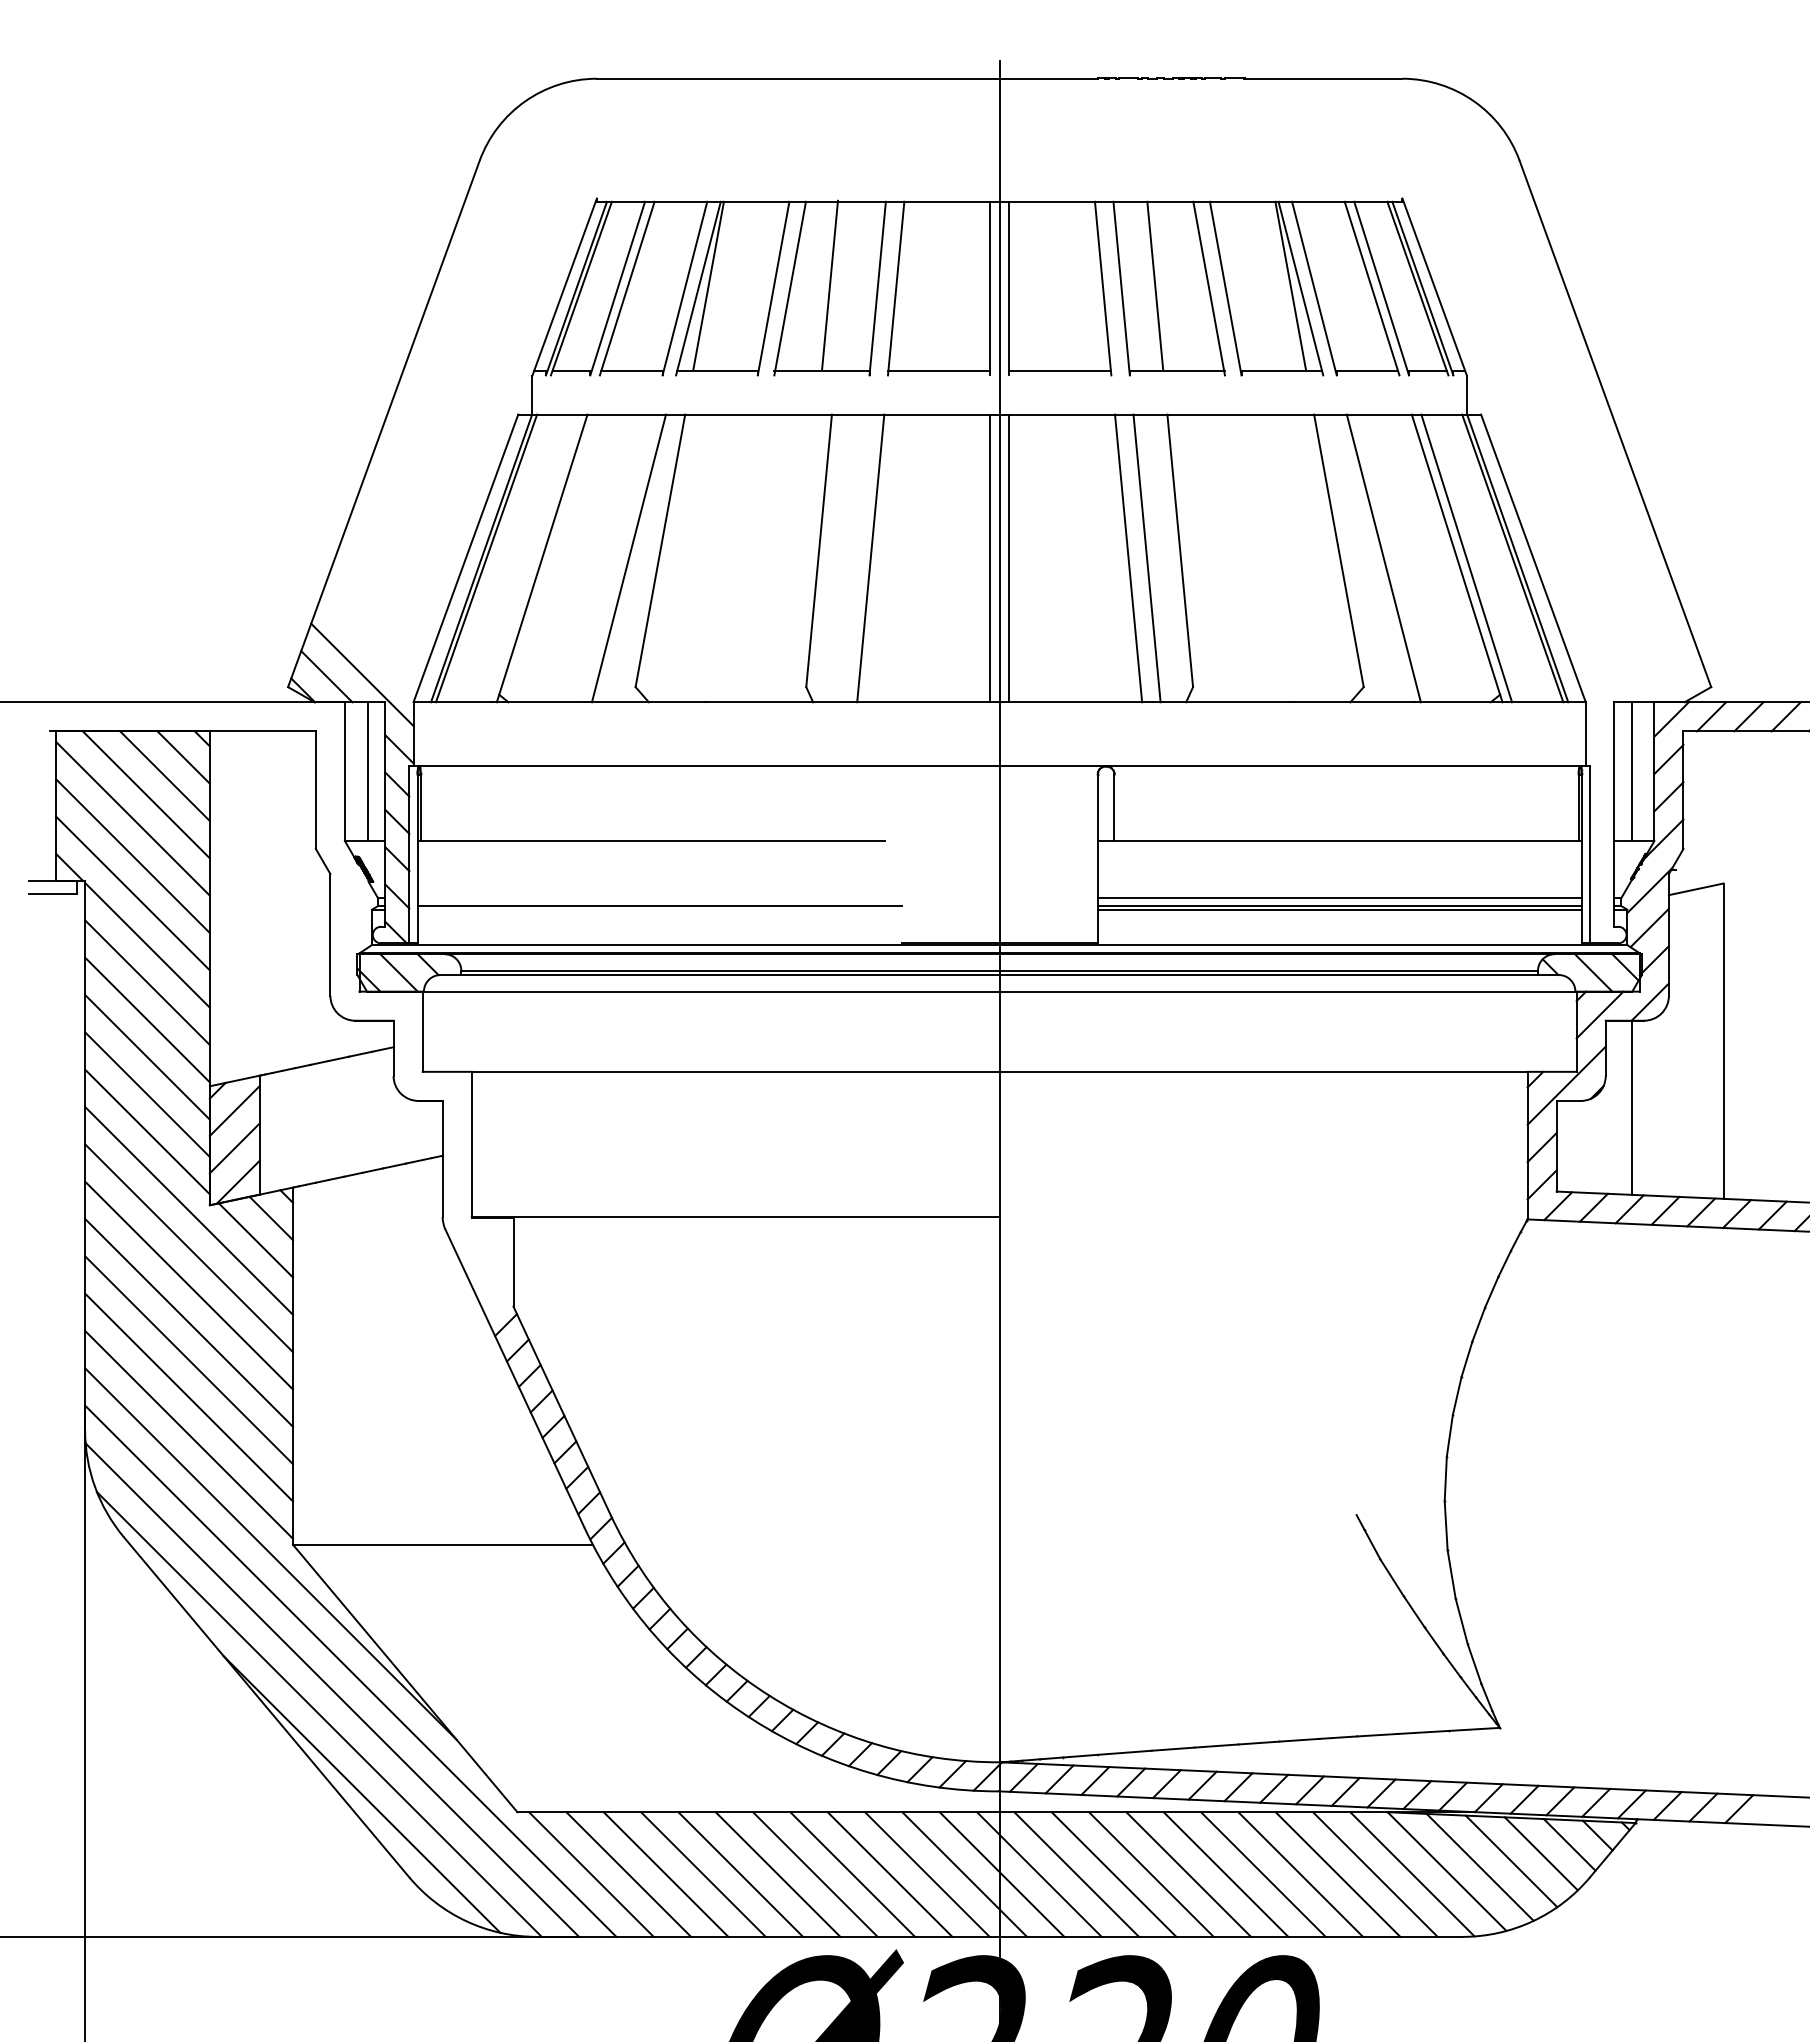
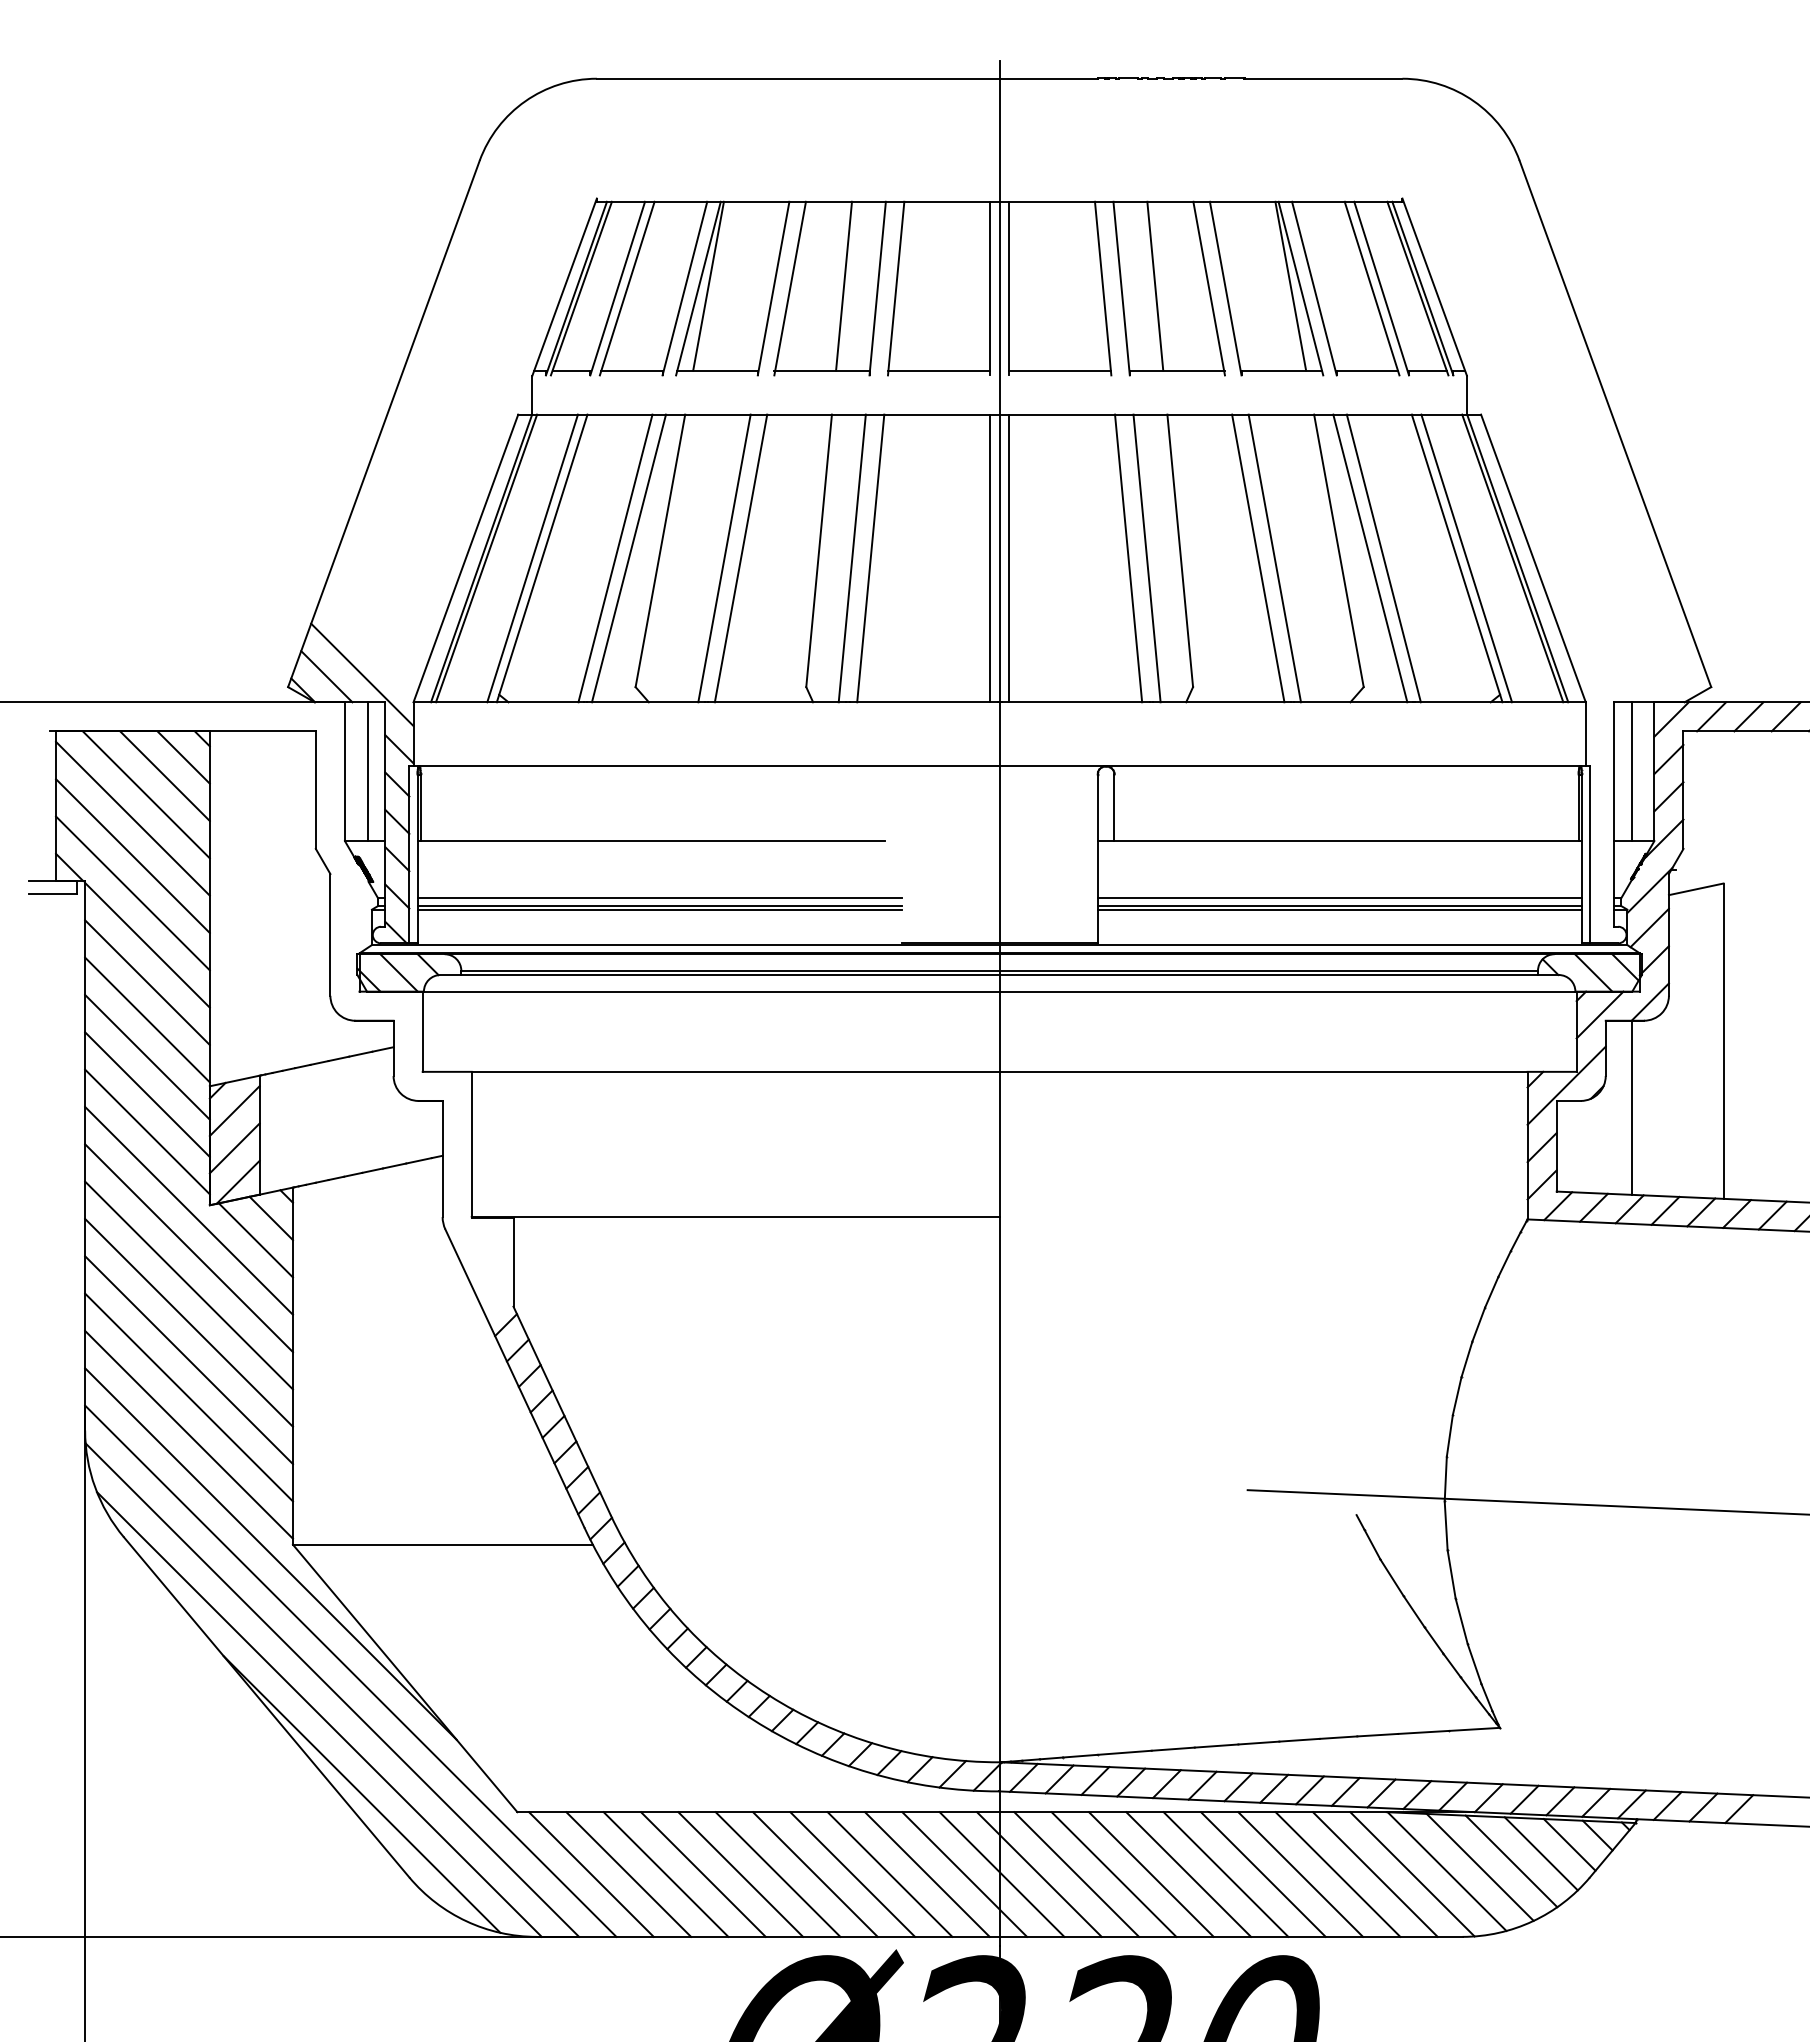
line at (829, 284) position: (829, 284) -> (843, 285)
line at (532, 558): none -> present
line at (615, 558): none -> present
line at (724, 558): none -> present
line at (740, 558): none -> present
line at (851, 558): none -> present
line at (1258, 558): none -> present
line at (1274, 558): none -> present
line at (1370, 558): none -> present
line at (659, 898): none -> present
line at (659, 909): none -> present
line at (1526, 1502): none -> present
